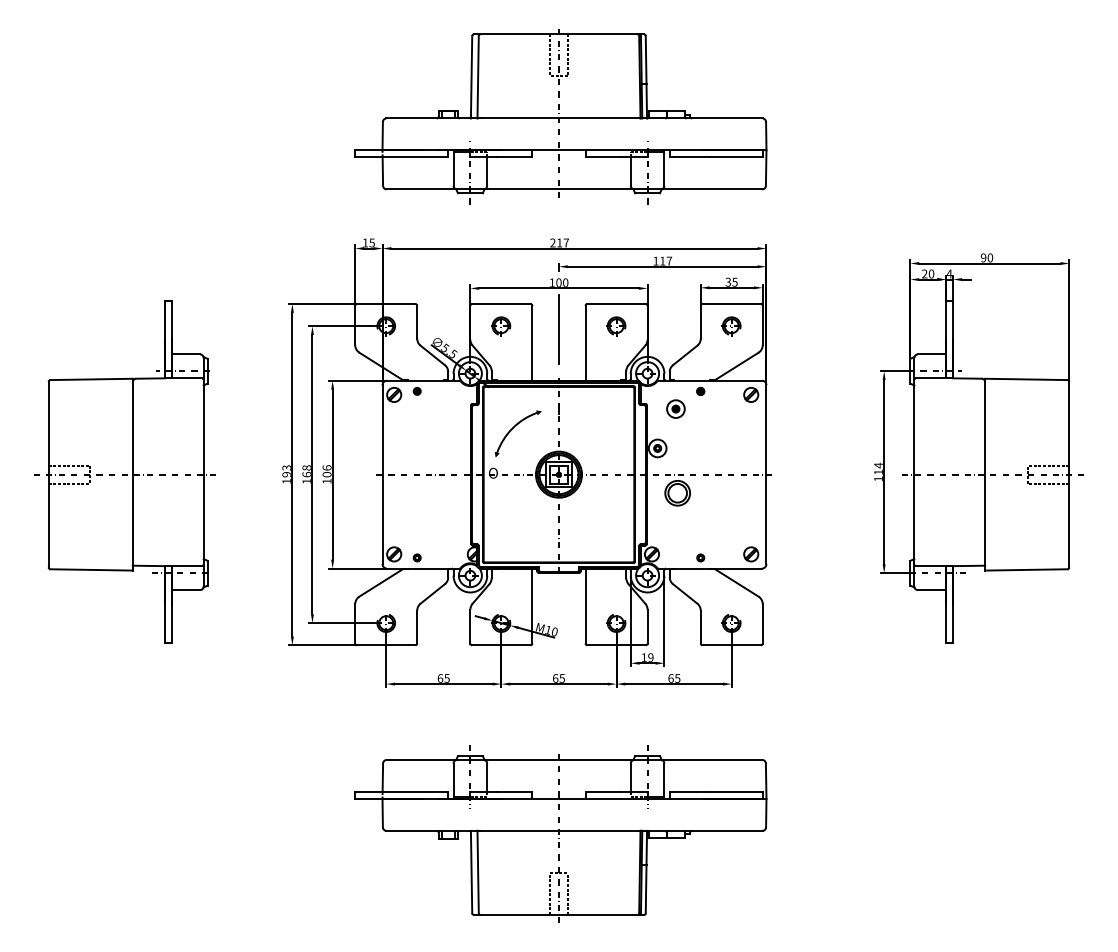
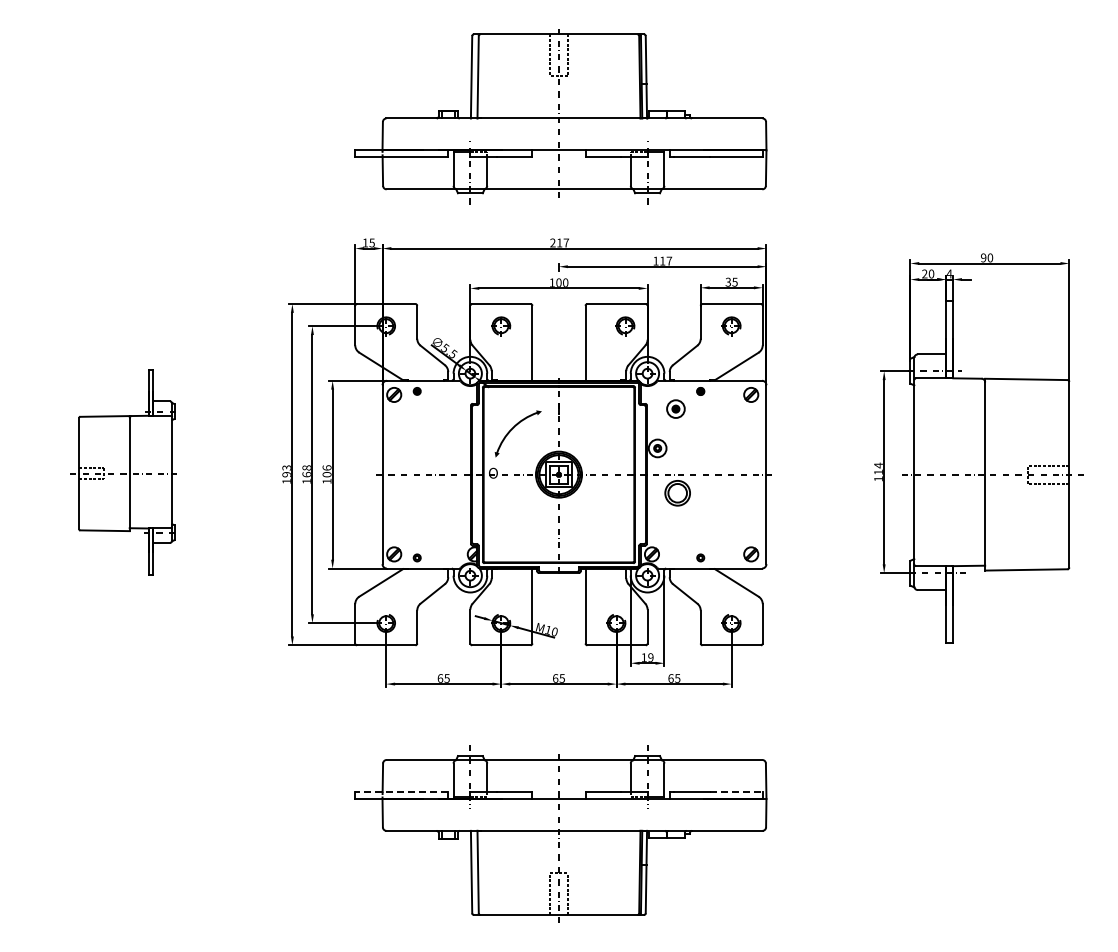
part at (616, 326) position: (616, 326) -> (625, 326)
line at (558, 329): present -> none
part at (124, 471) size: 182x344 px -> 107x207 px
line at (401, 791): solid -> dashed
line at (736, 791): solid -> dashed
